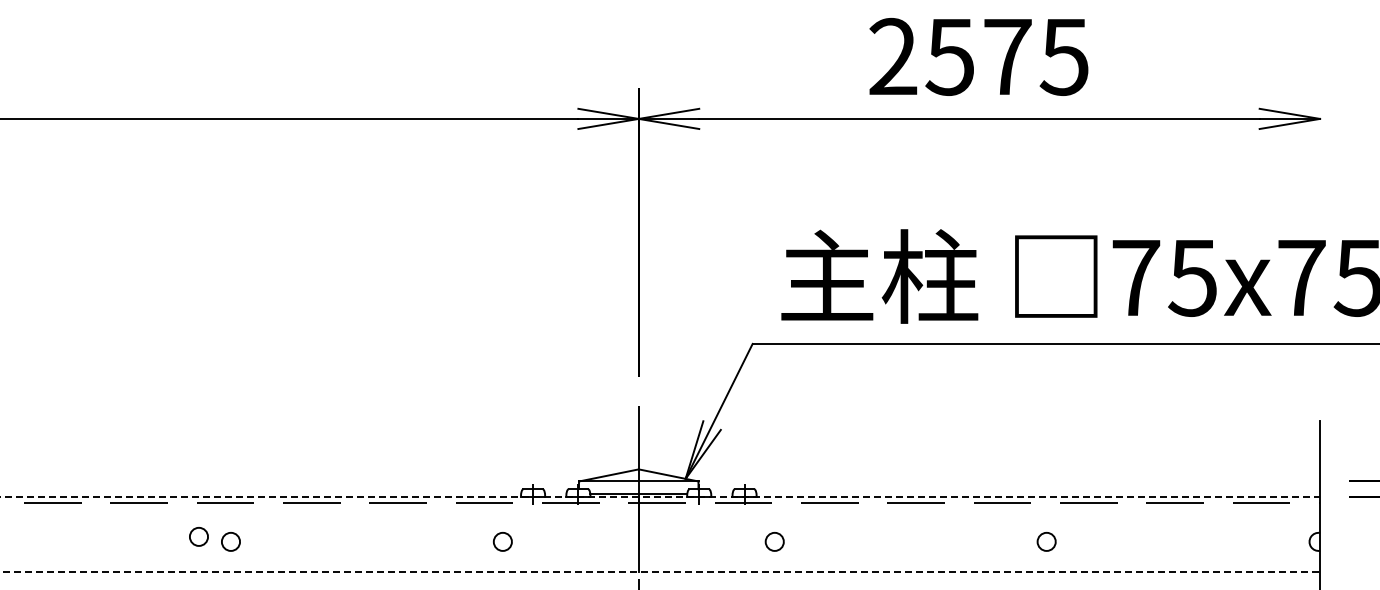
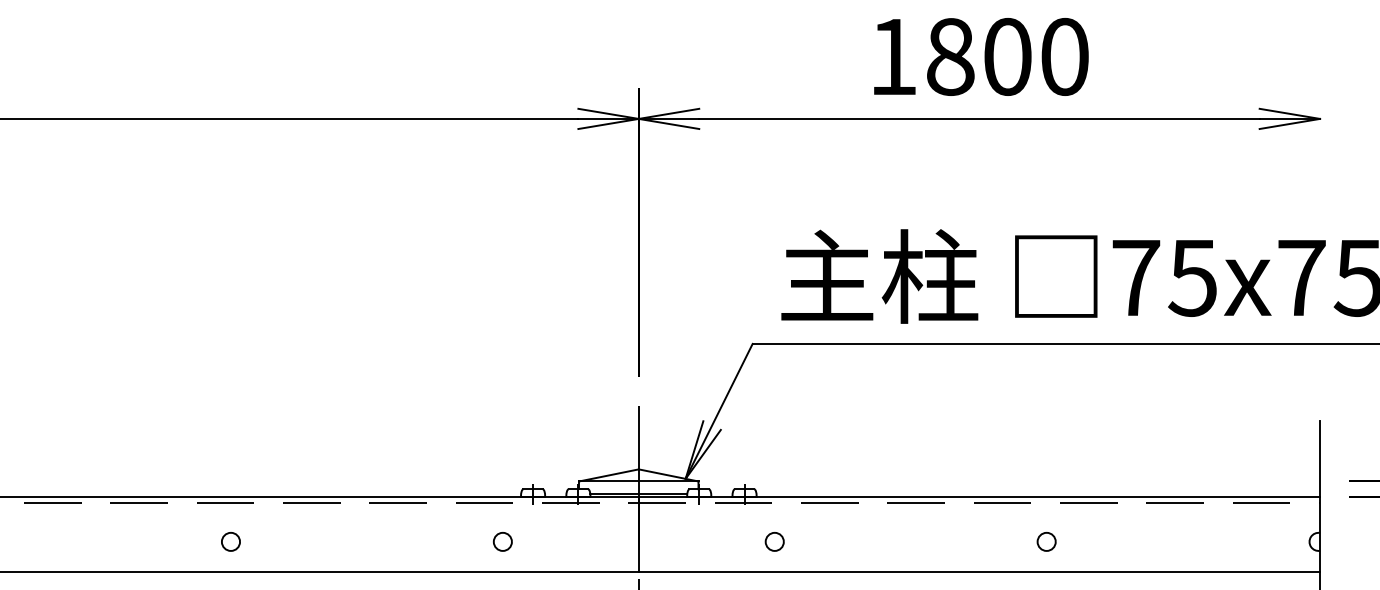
text at (978, 56): 2575 -> 1800
line at (660, 496): dashed -> solid
circle at (198, 536): present -> none
line at (660, 572): dashed -> solid
